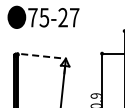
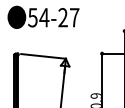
text at (38, 17): 75-27 -> 54-27
line at (43, 56): dashed -> solid
